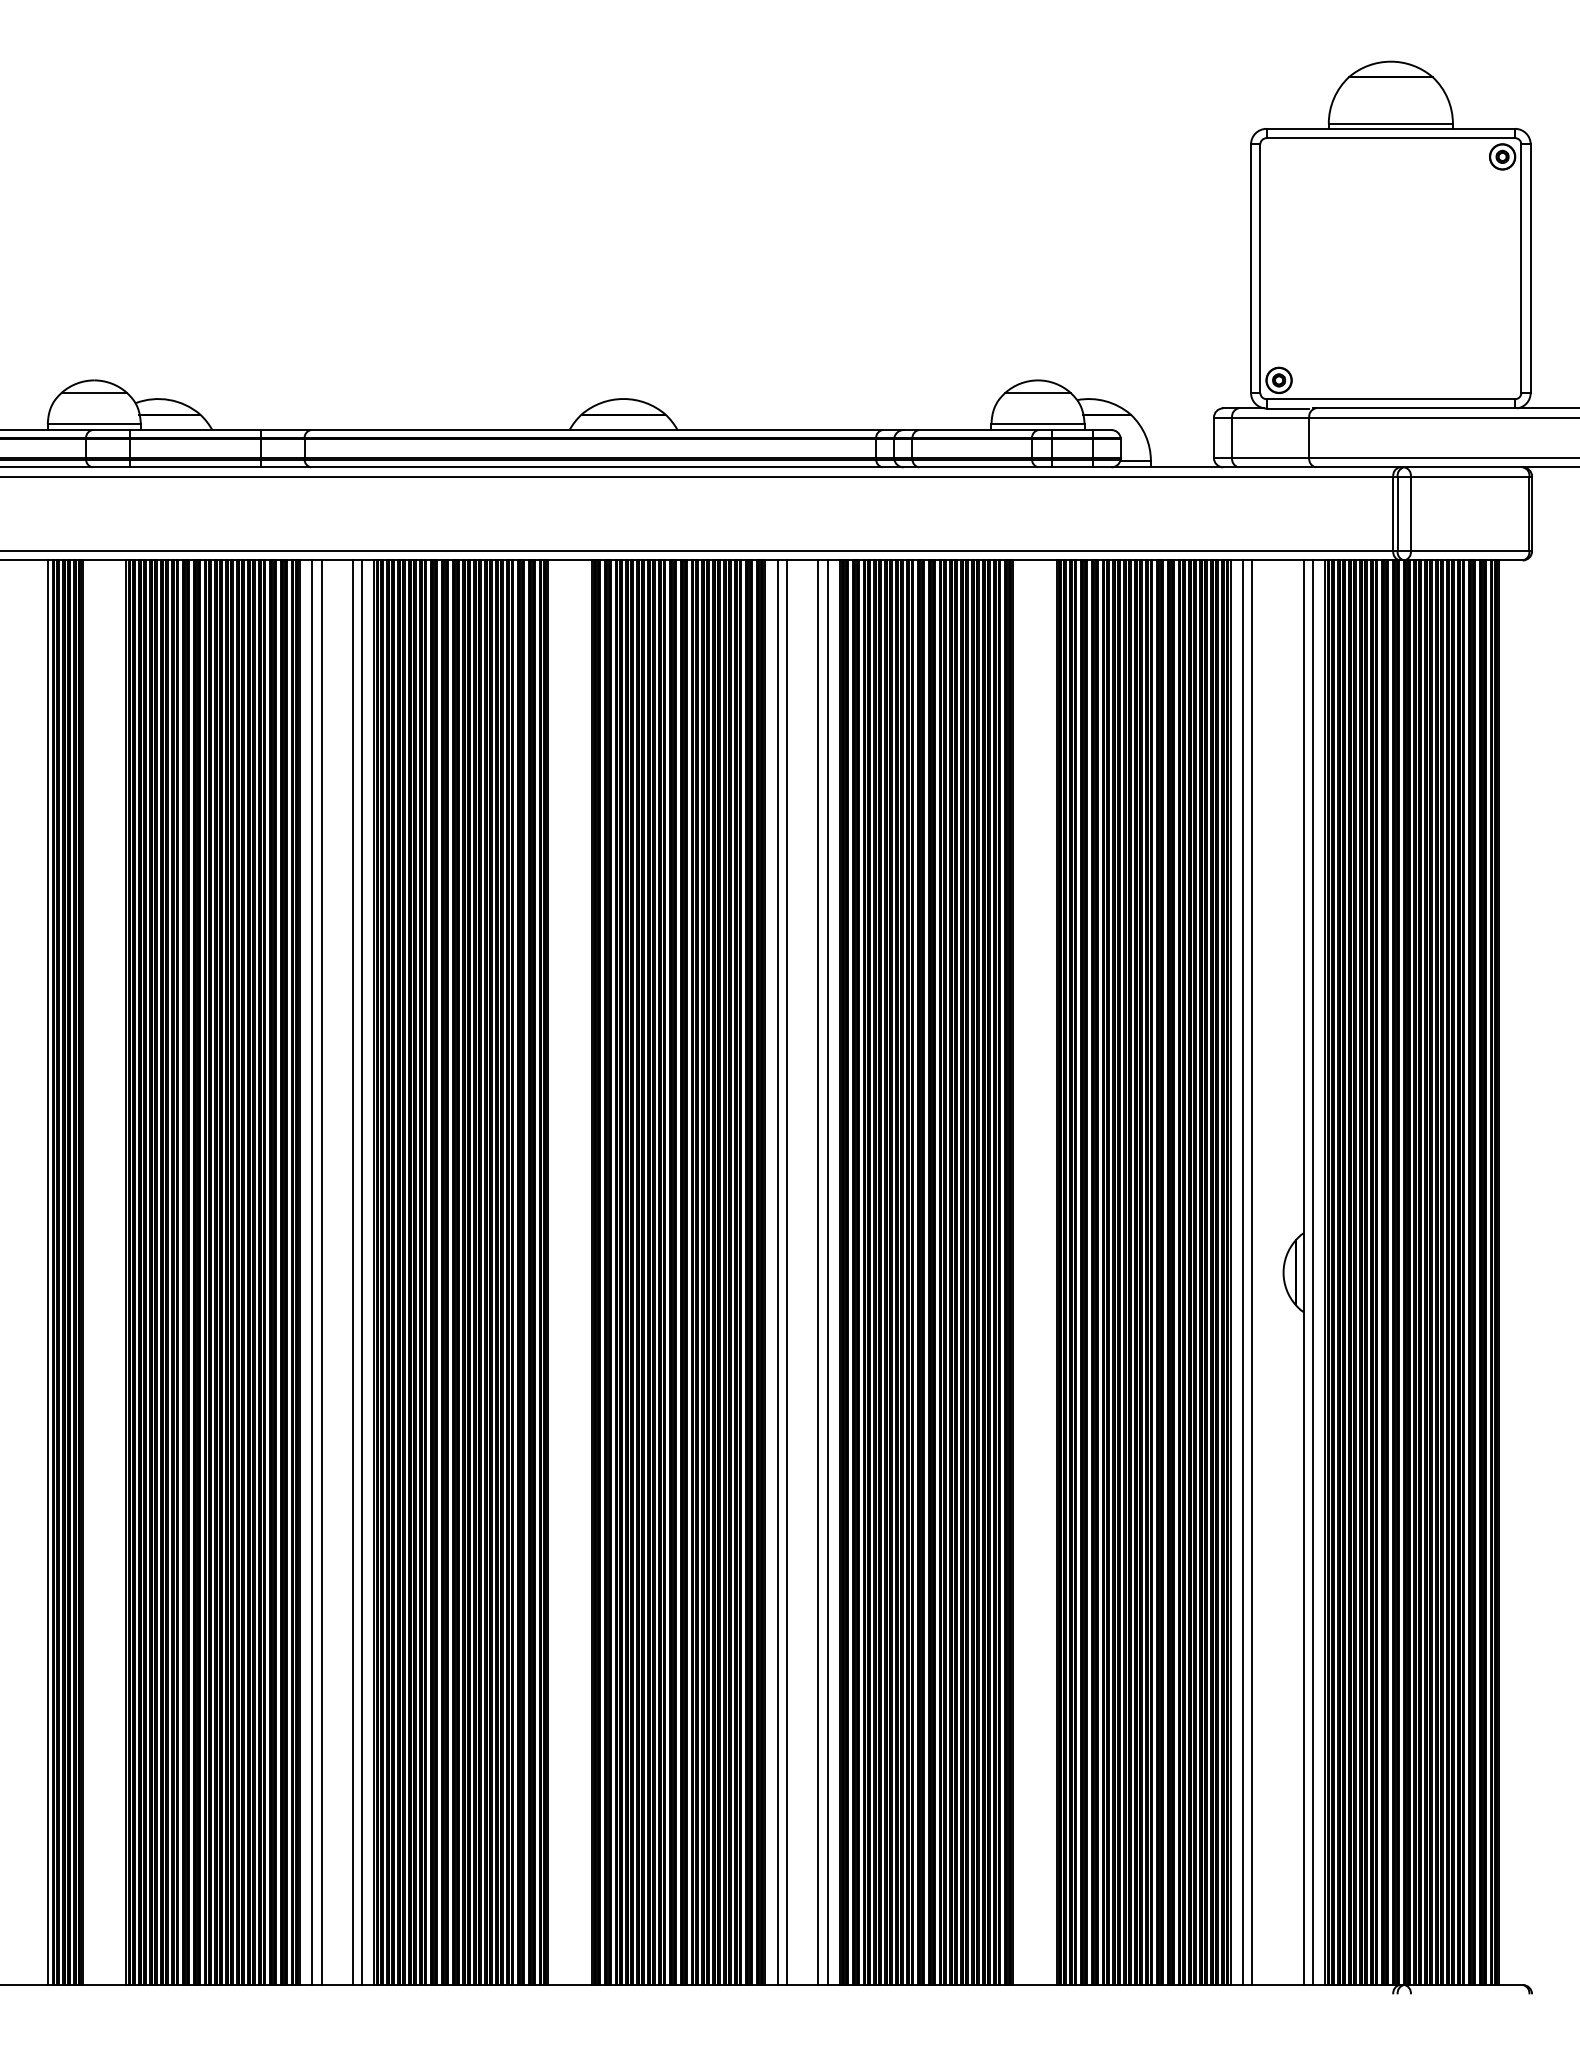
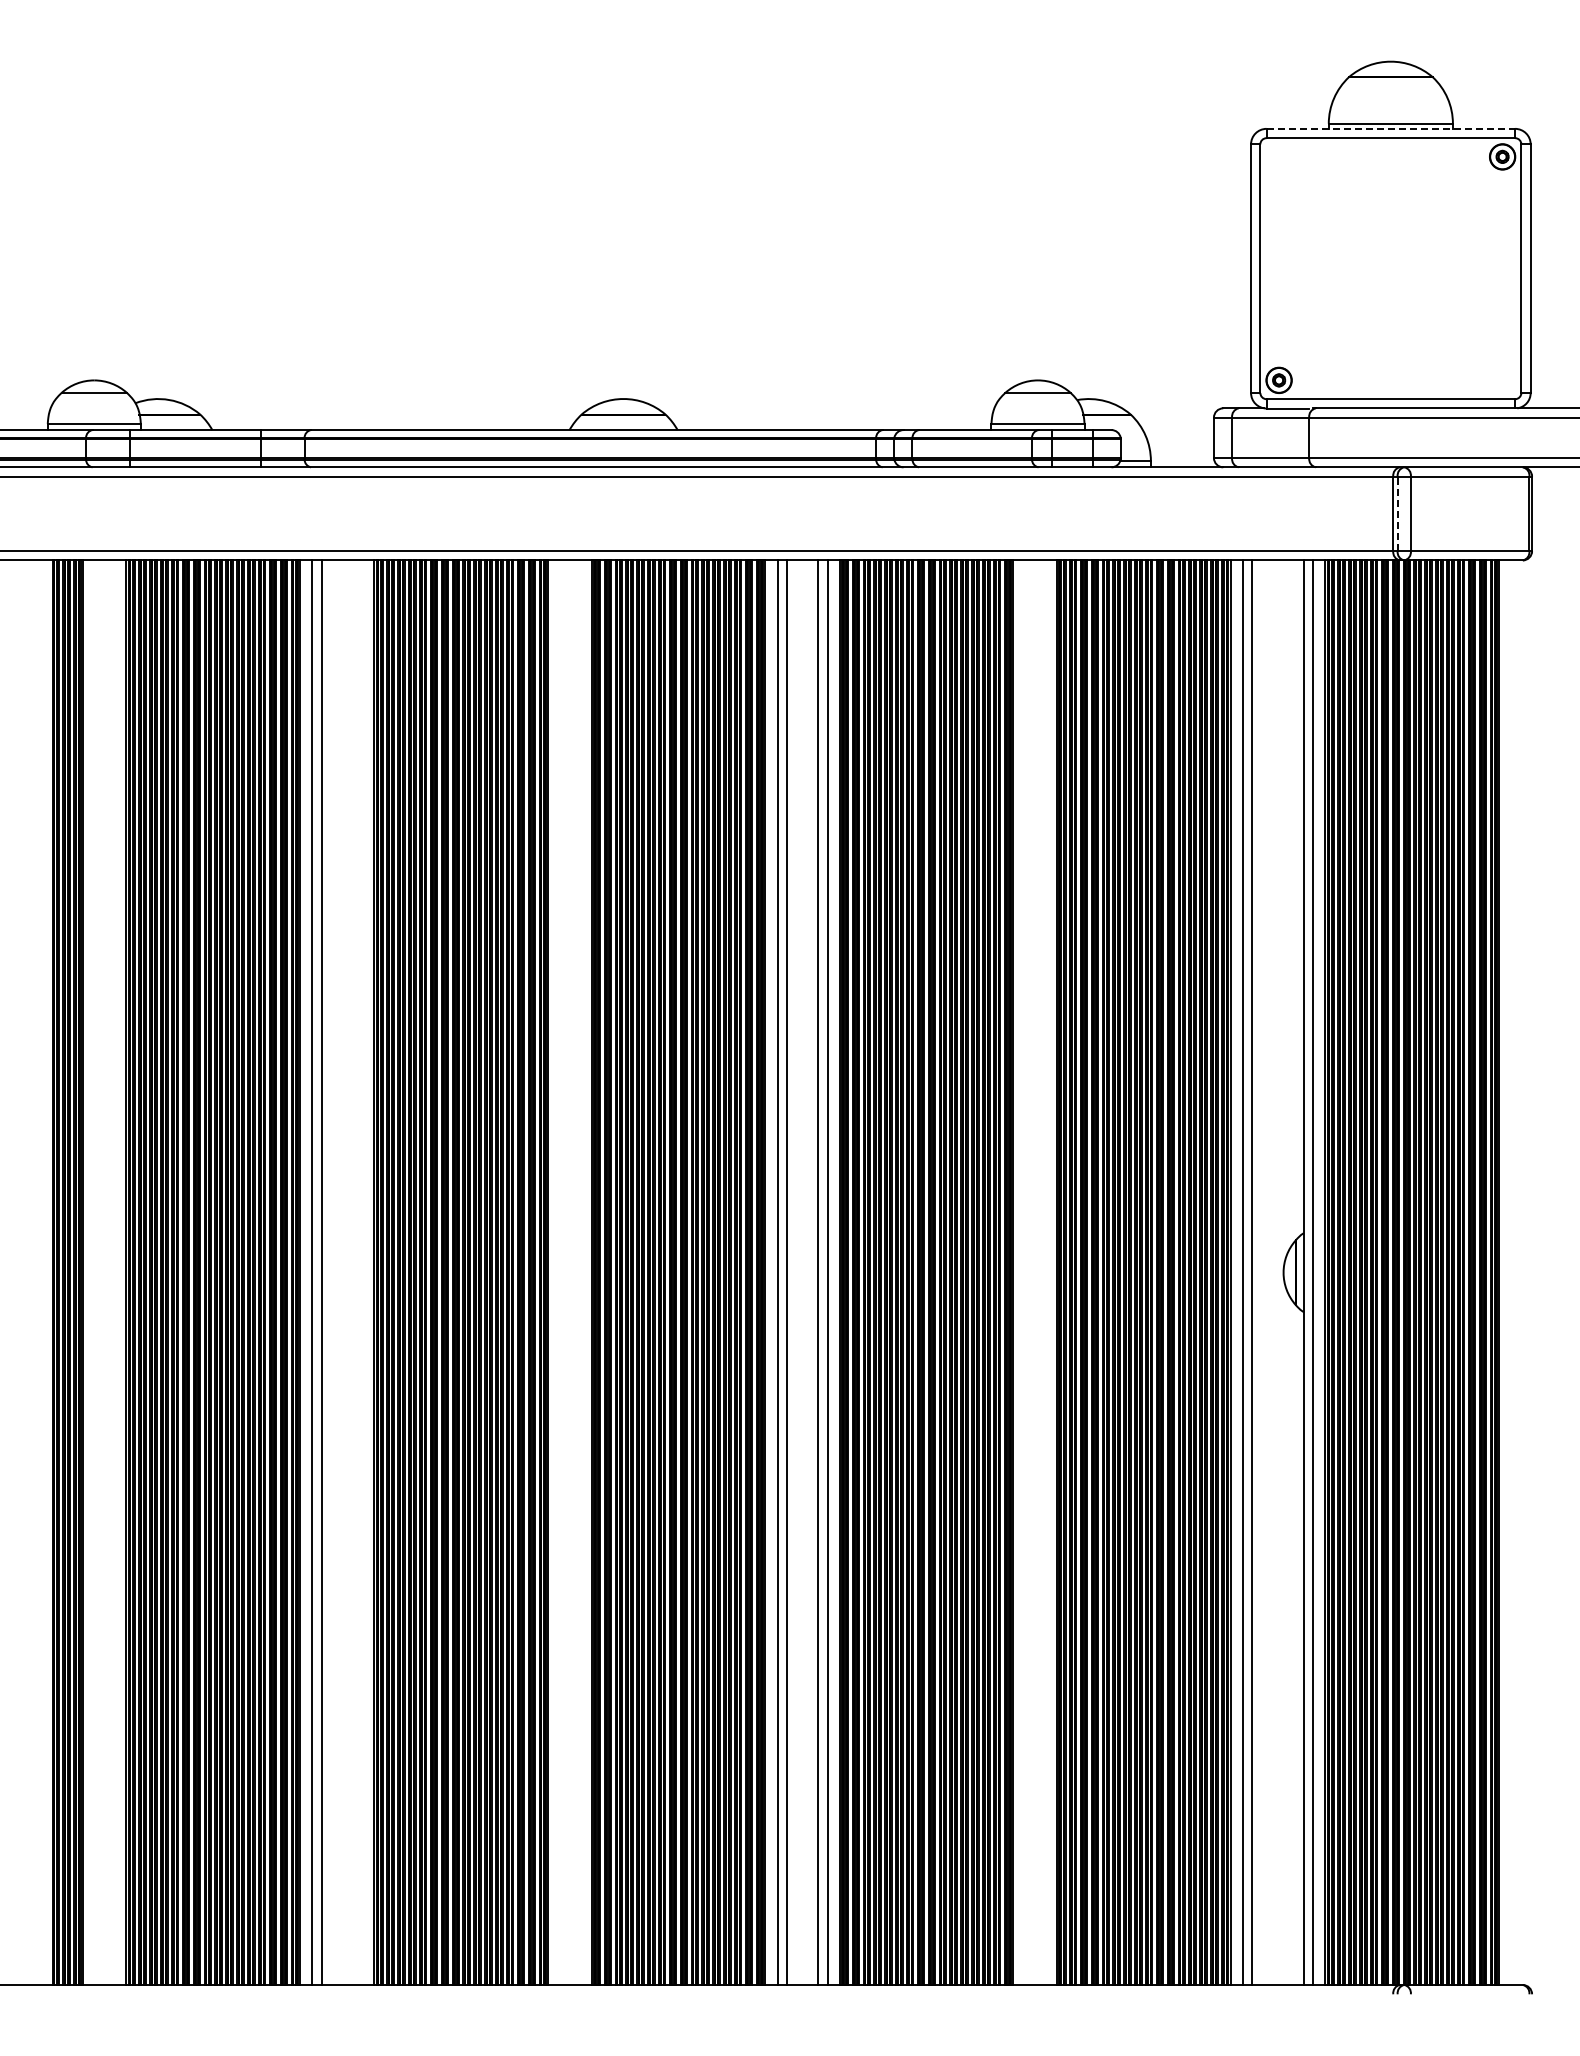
line at (1391, 128): solid -> dashed
line at (1397, 513): solid -> dashed
line at (48, 1272): present -> none
line at (352, 1272): present -> none
line at (362, 1272): present -> none
